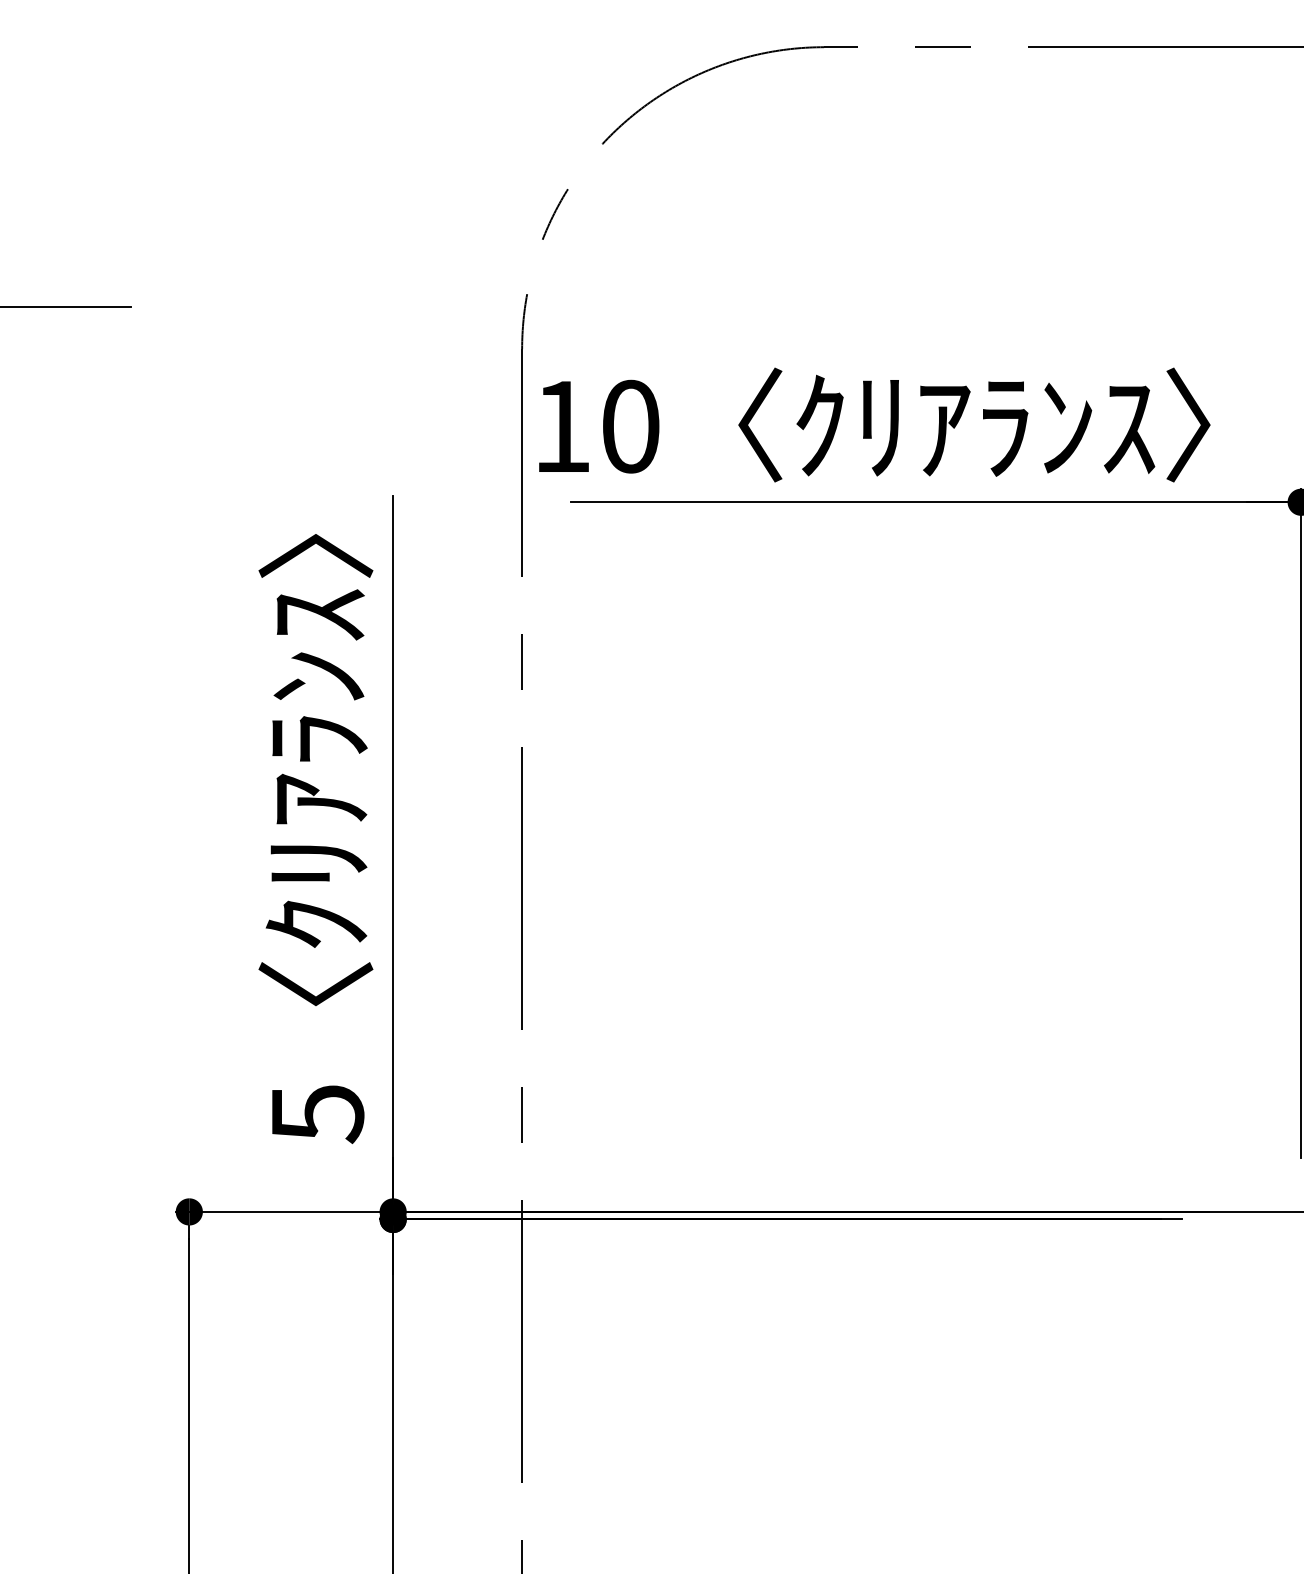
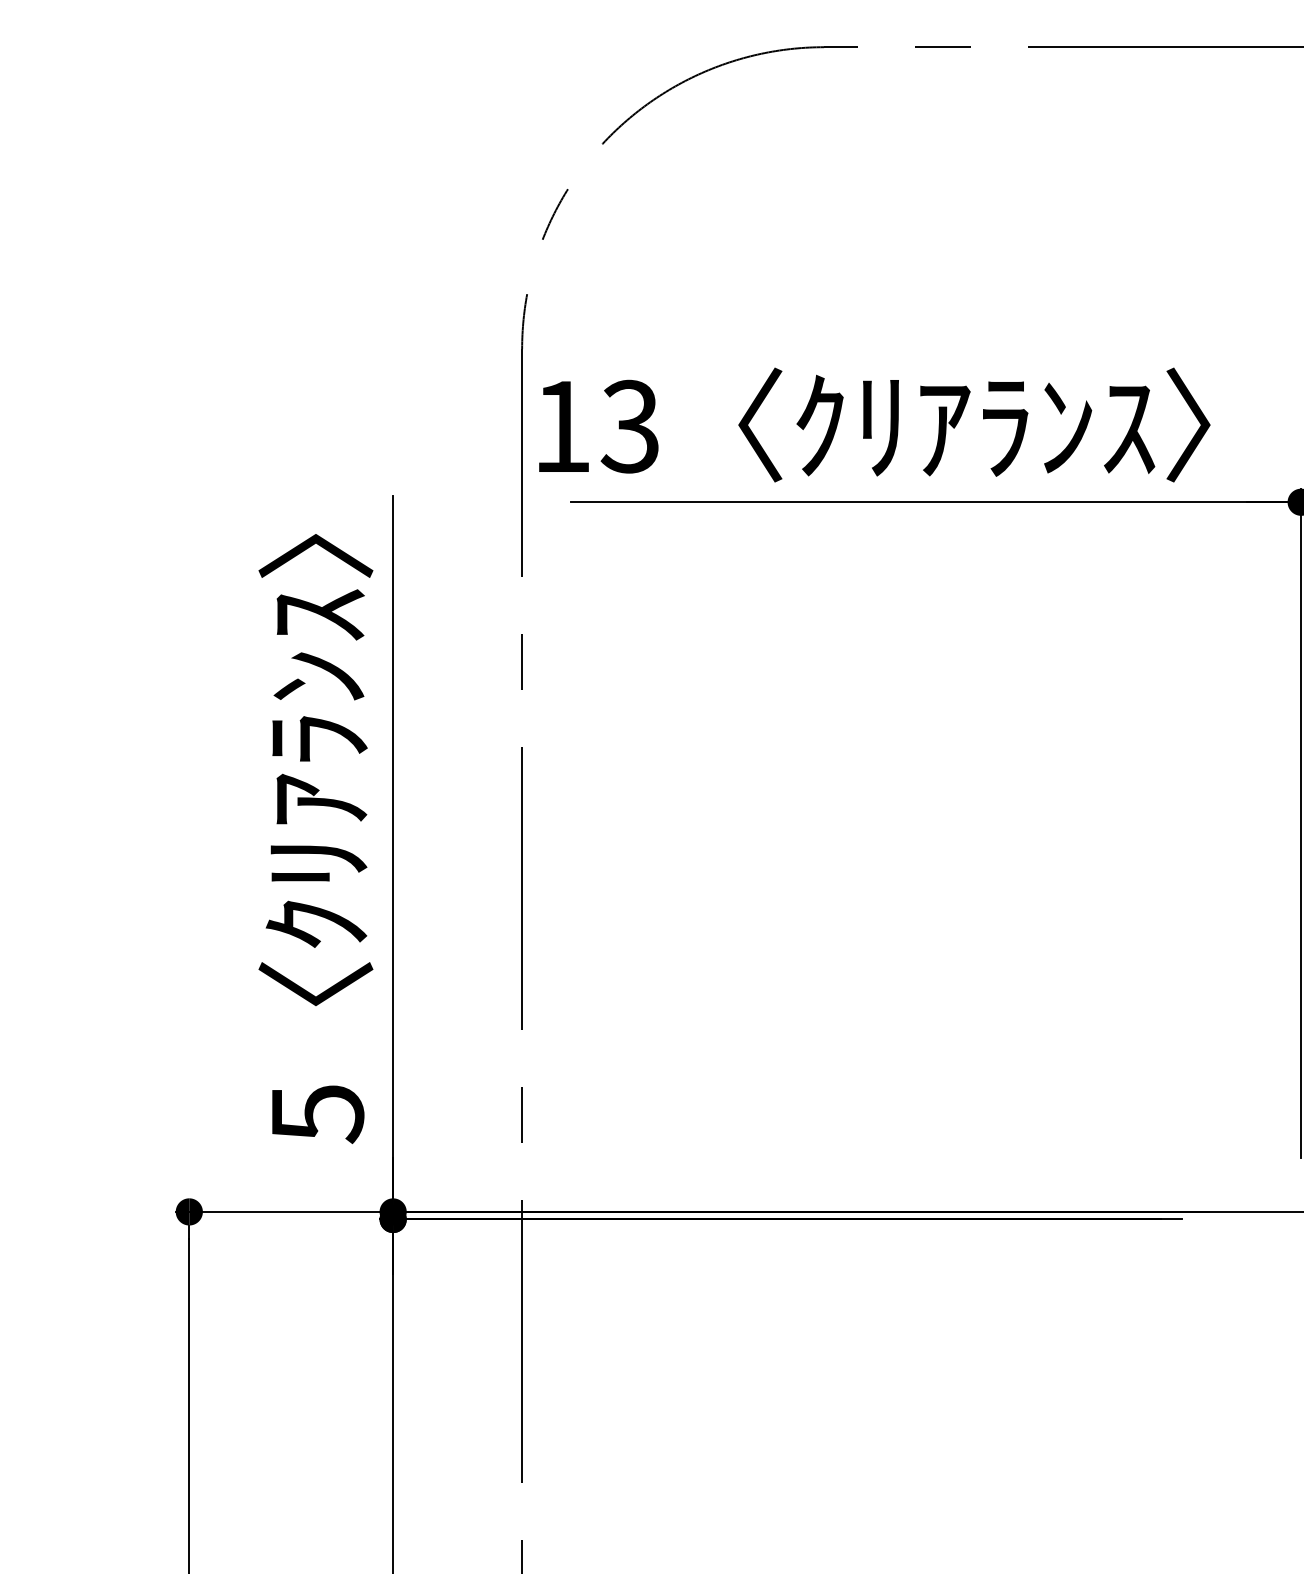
line at (66, 307): present -> none
text at (629, 426): 10 -> 13
